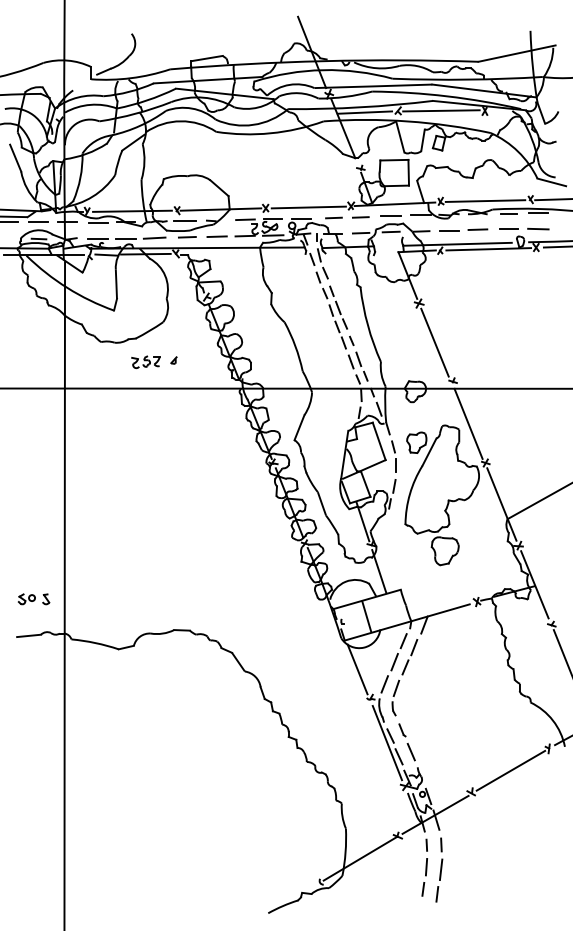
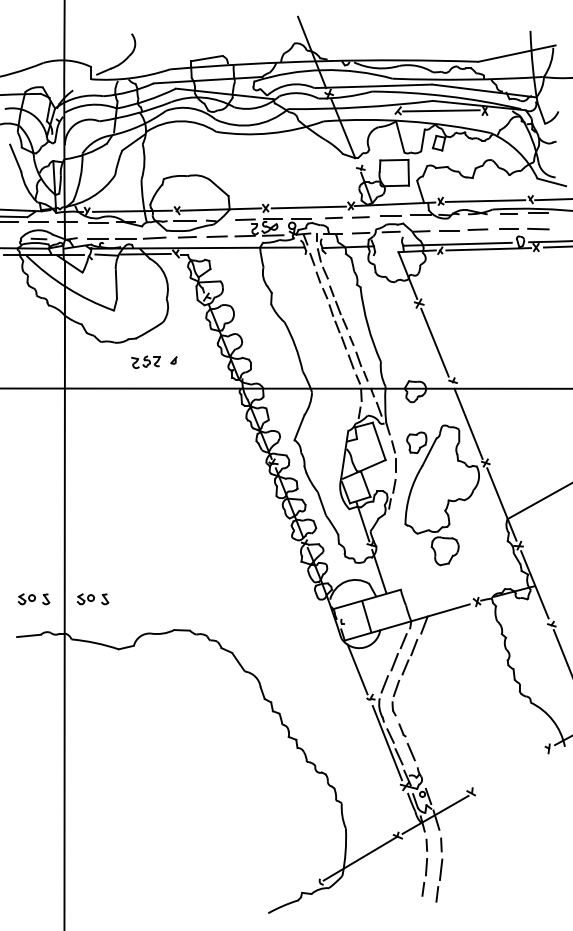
line at (364, 112): present -> none
part at (92, 599): none -> present
line at (510, 770): present -> none
